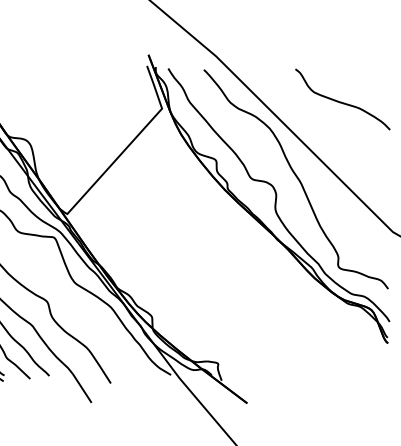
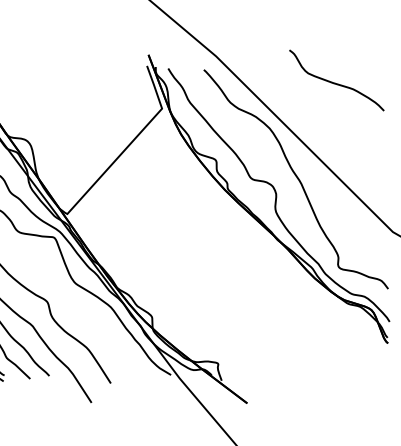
curve at (341, 101) position: (341, 101) -> (335, 82)
